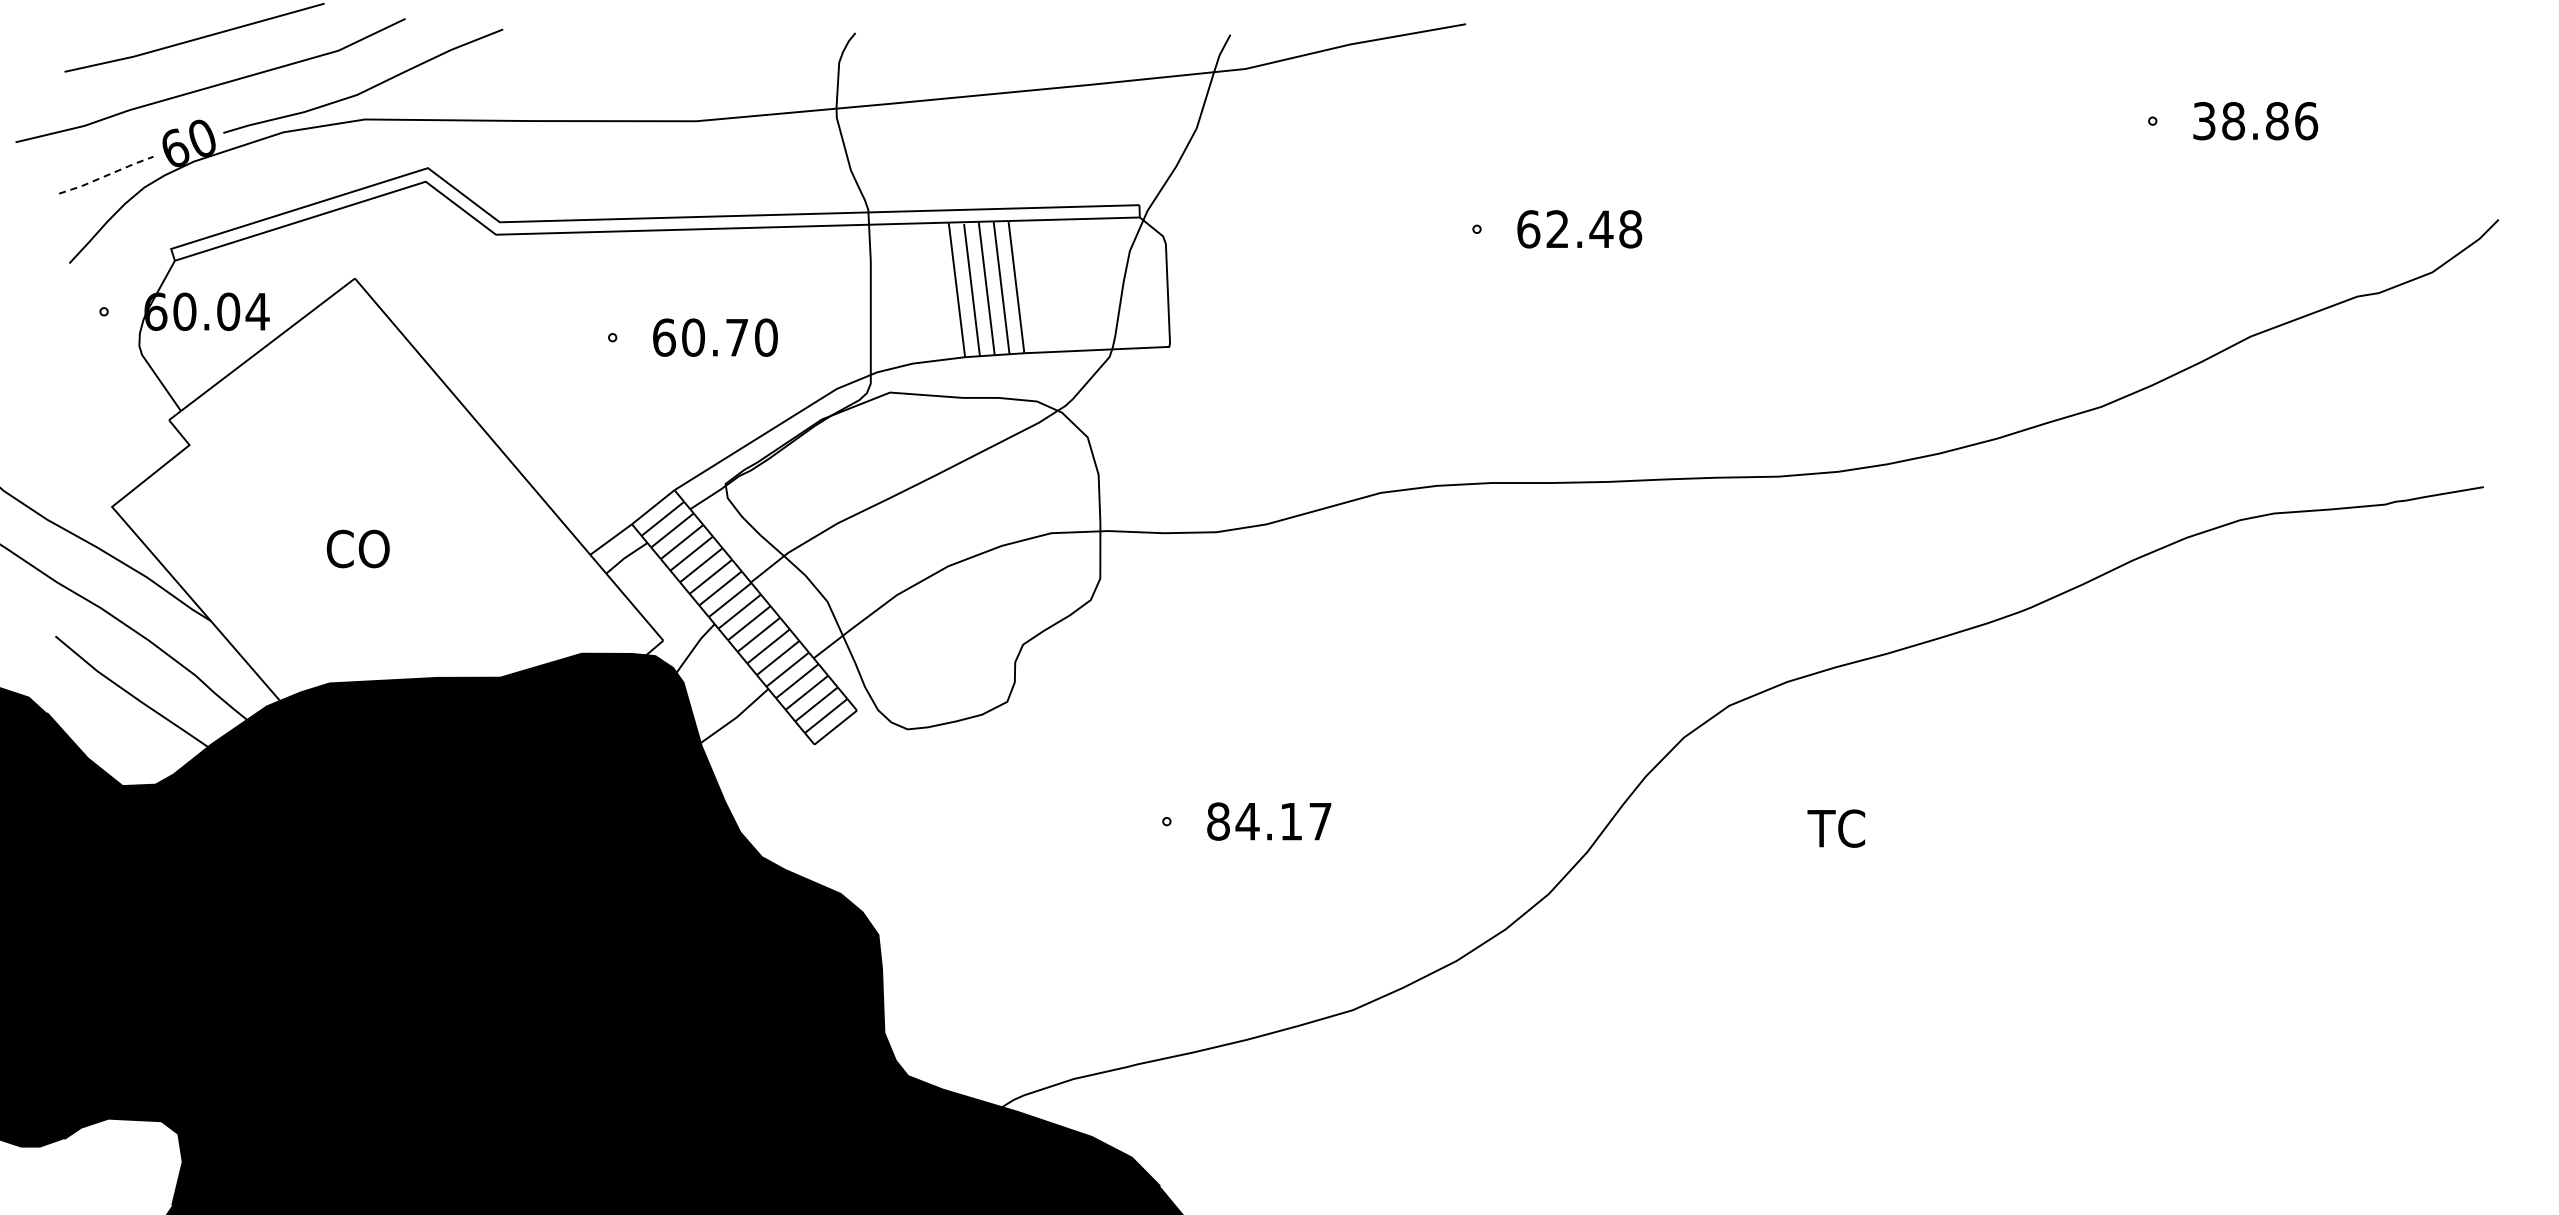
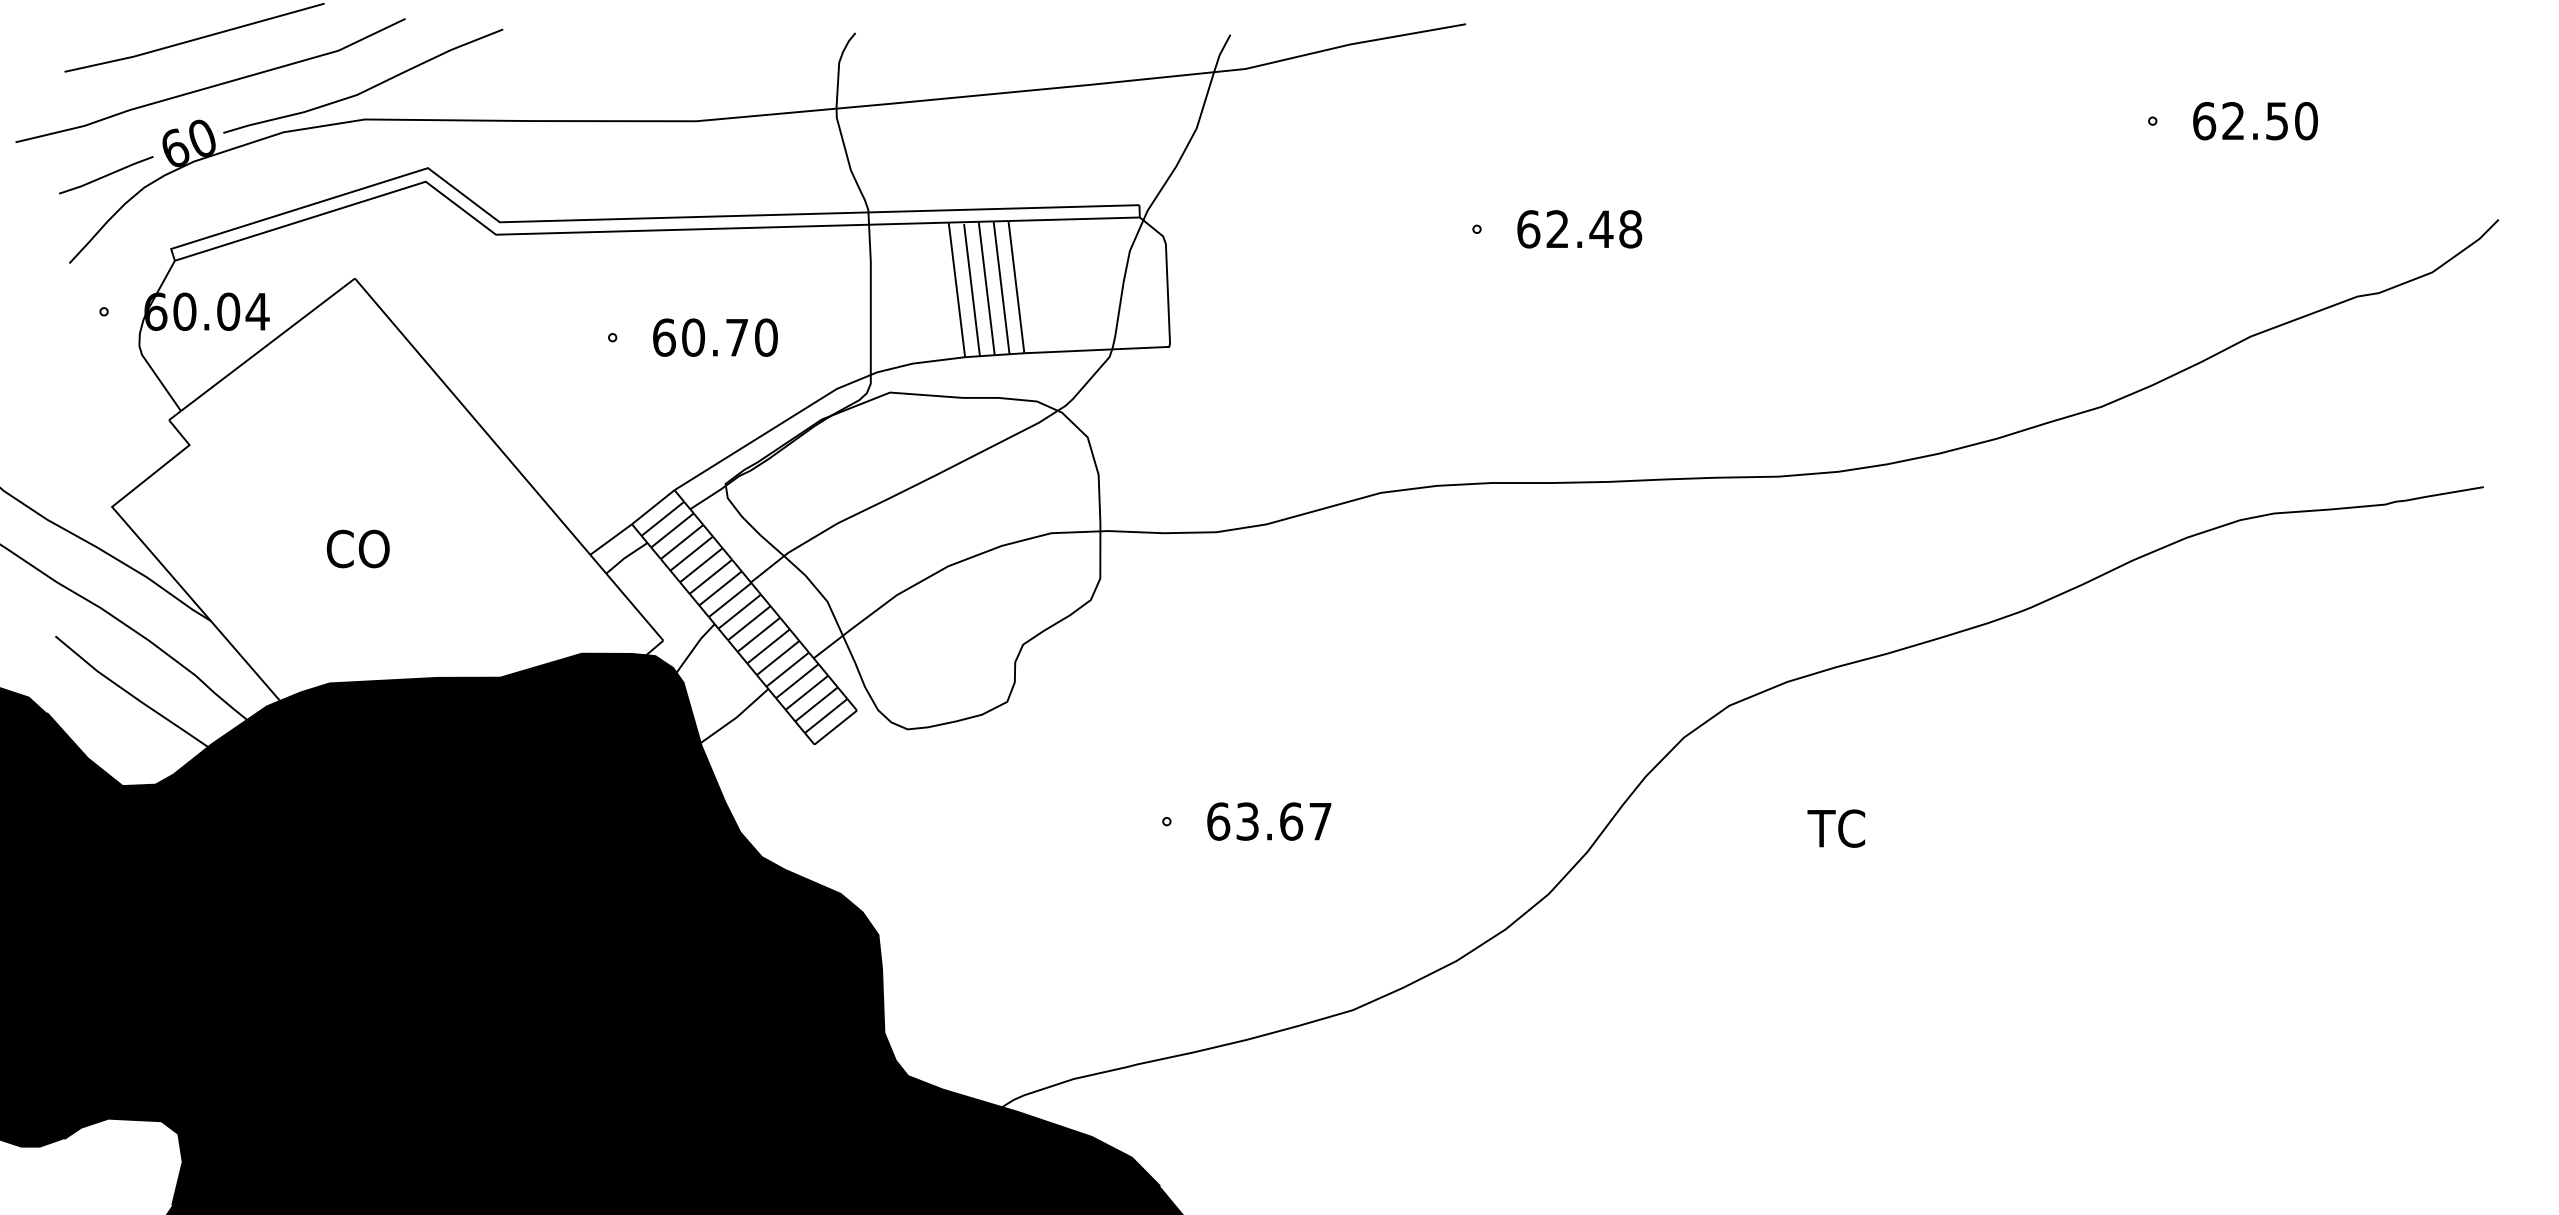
text at (2255, 121): 38.86 -> 62.50
line at (106, 175): dashed -> solid
text at (1255, 821): 84.17 -> 63.67
